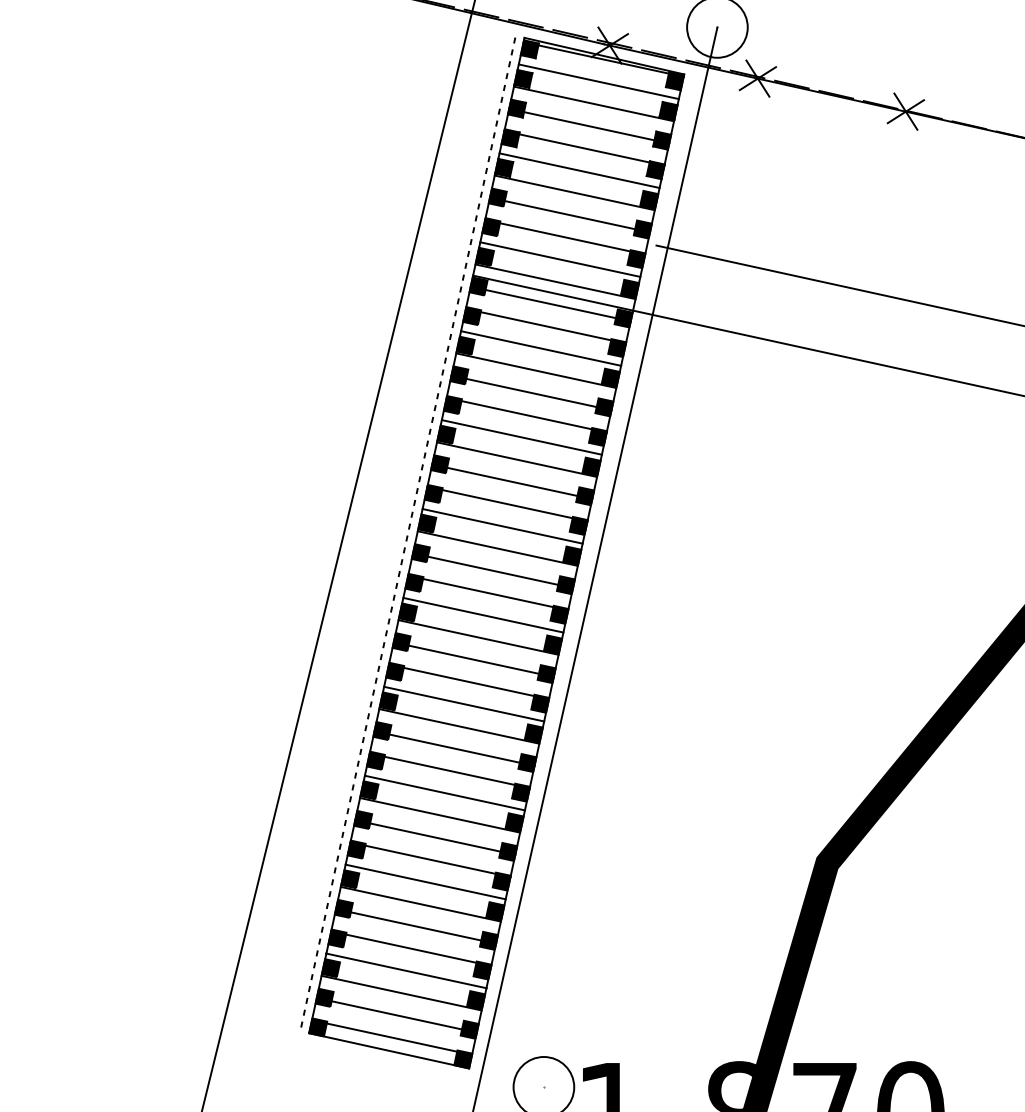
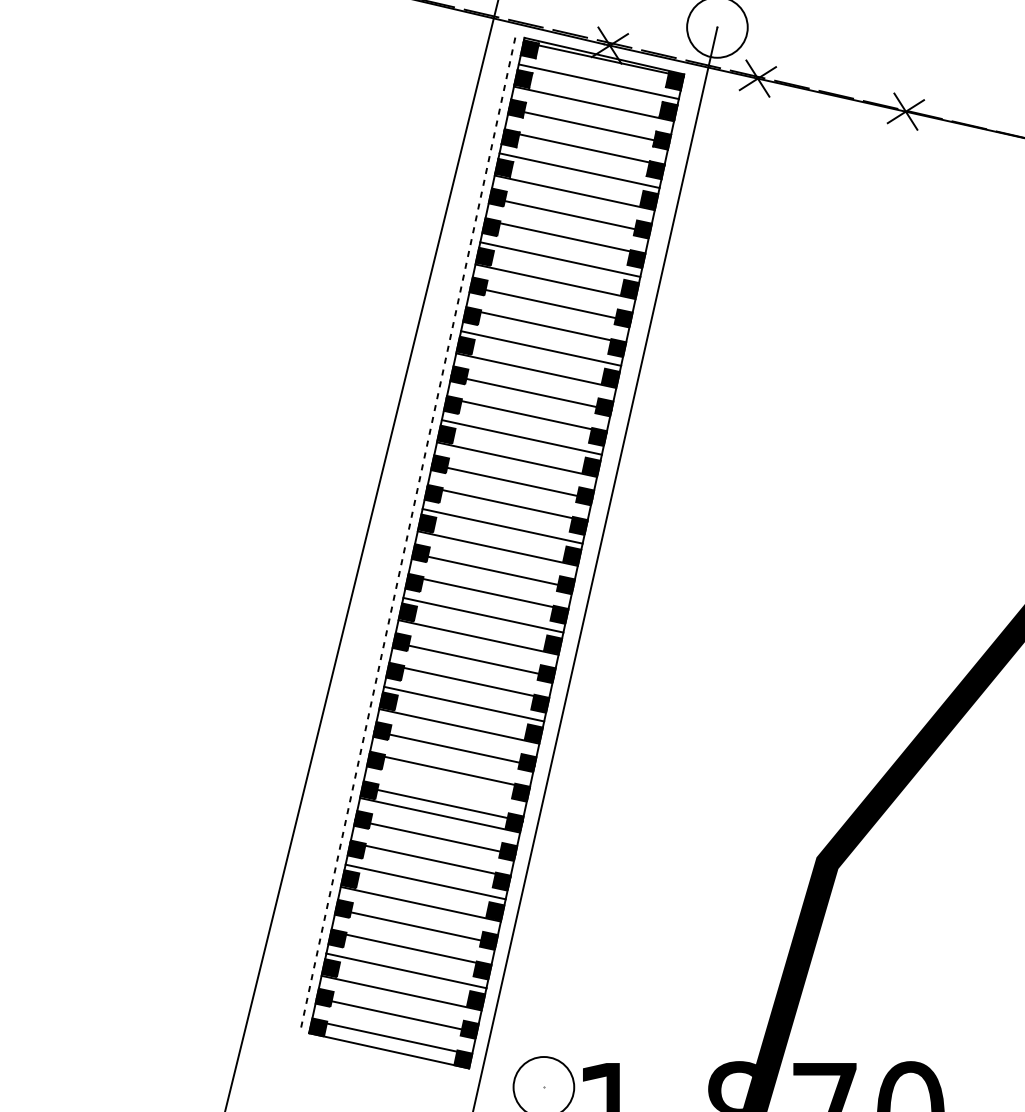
line at (838, 285): present -> none
line at (747, 335): present -> none
line at (338, 555) position: (338, 555) -> (361, 555)
line at (444, 792) position: (444, 792) -> (442, 803)
